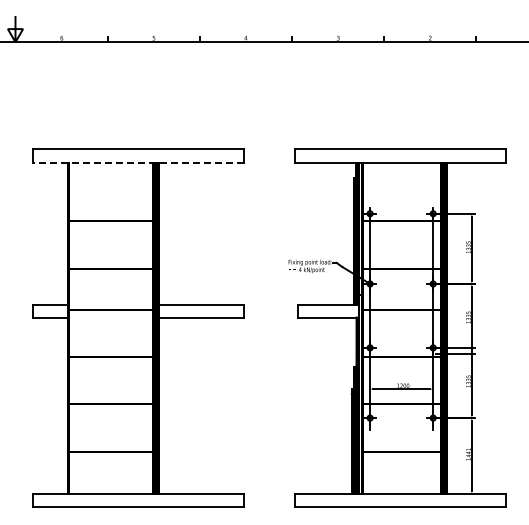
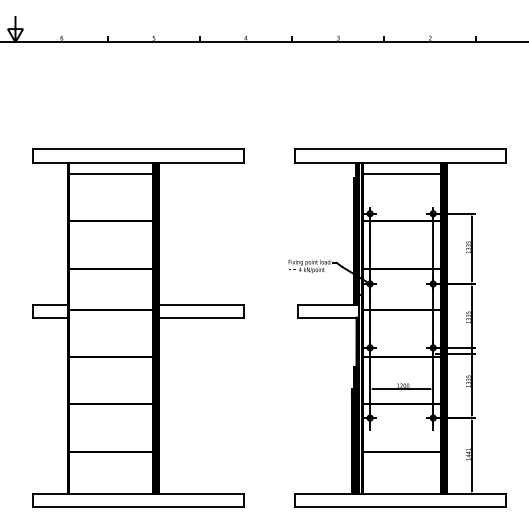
line at (138, 162): dashed -> solid
line at (110, 173): none -> present
line at (401, 173): none -> present
